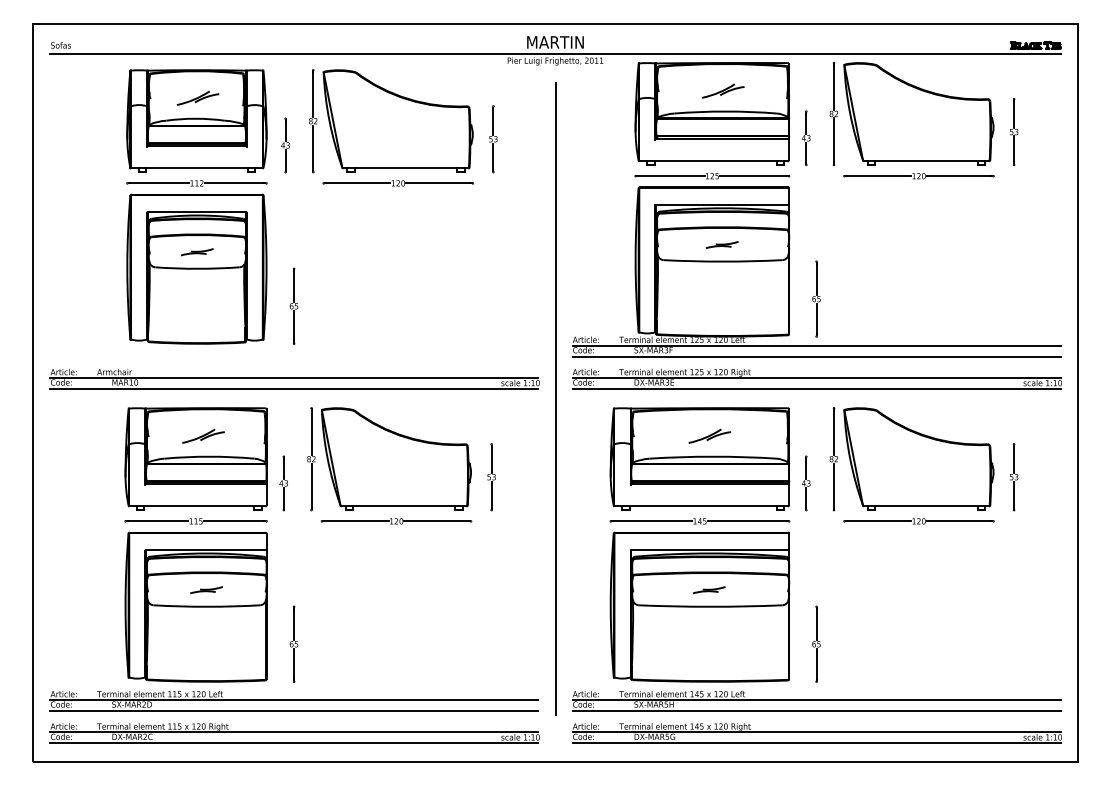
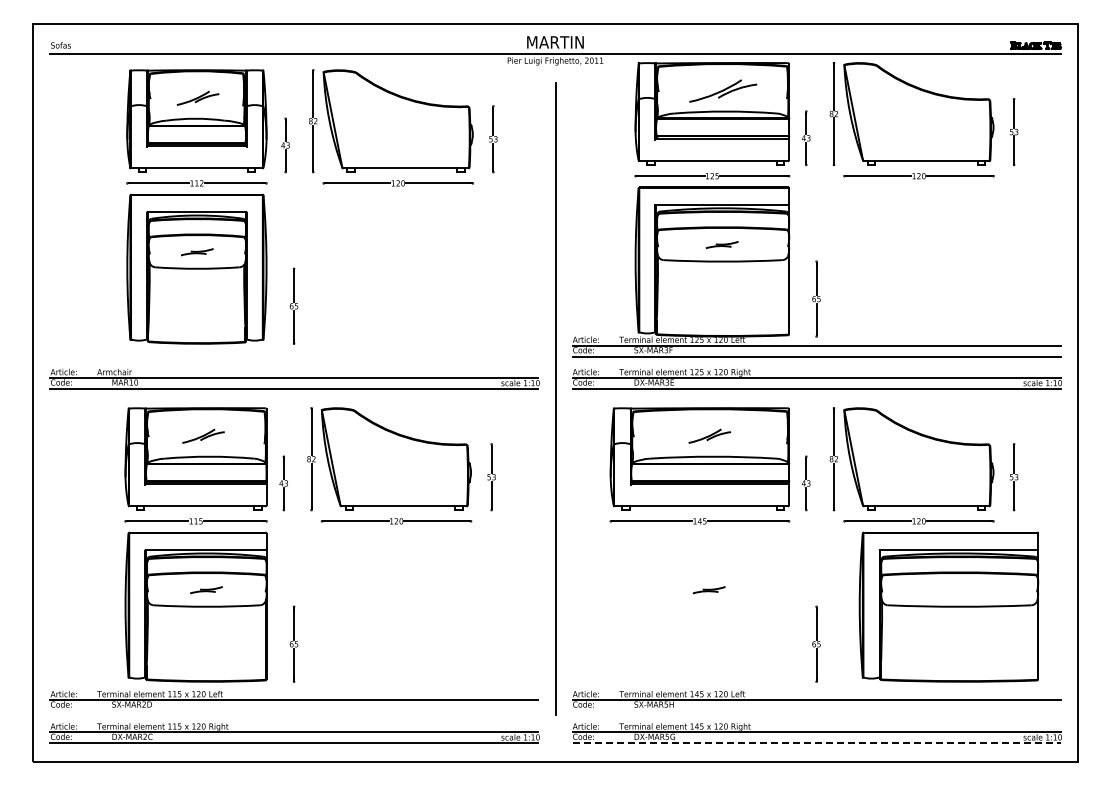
part at (723, 90) size: 43x16 px -> 69x24 px
part at (699, 606) position: (699, 606) -> (948, 606)
line at (294, 710): present -> none
line at (816, 710): present -> none
line at (816, 743): solid -> dashed
